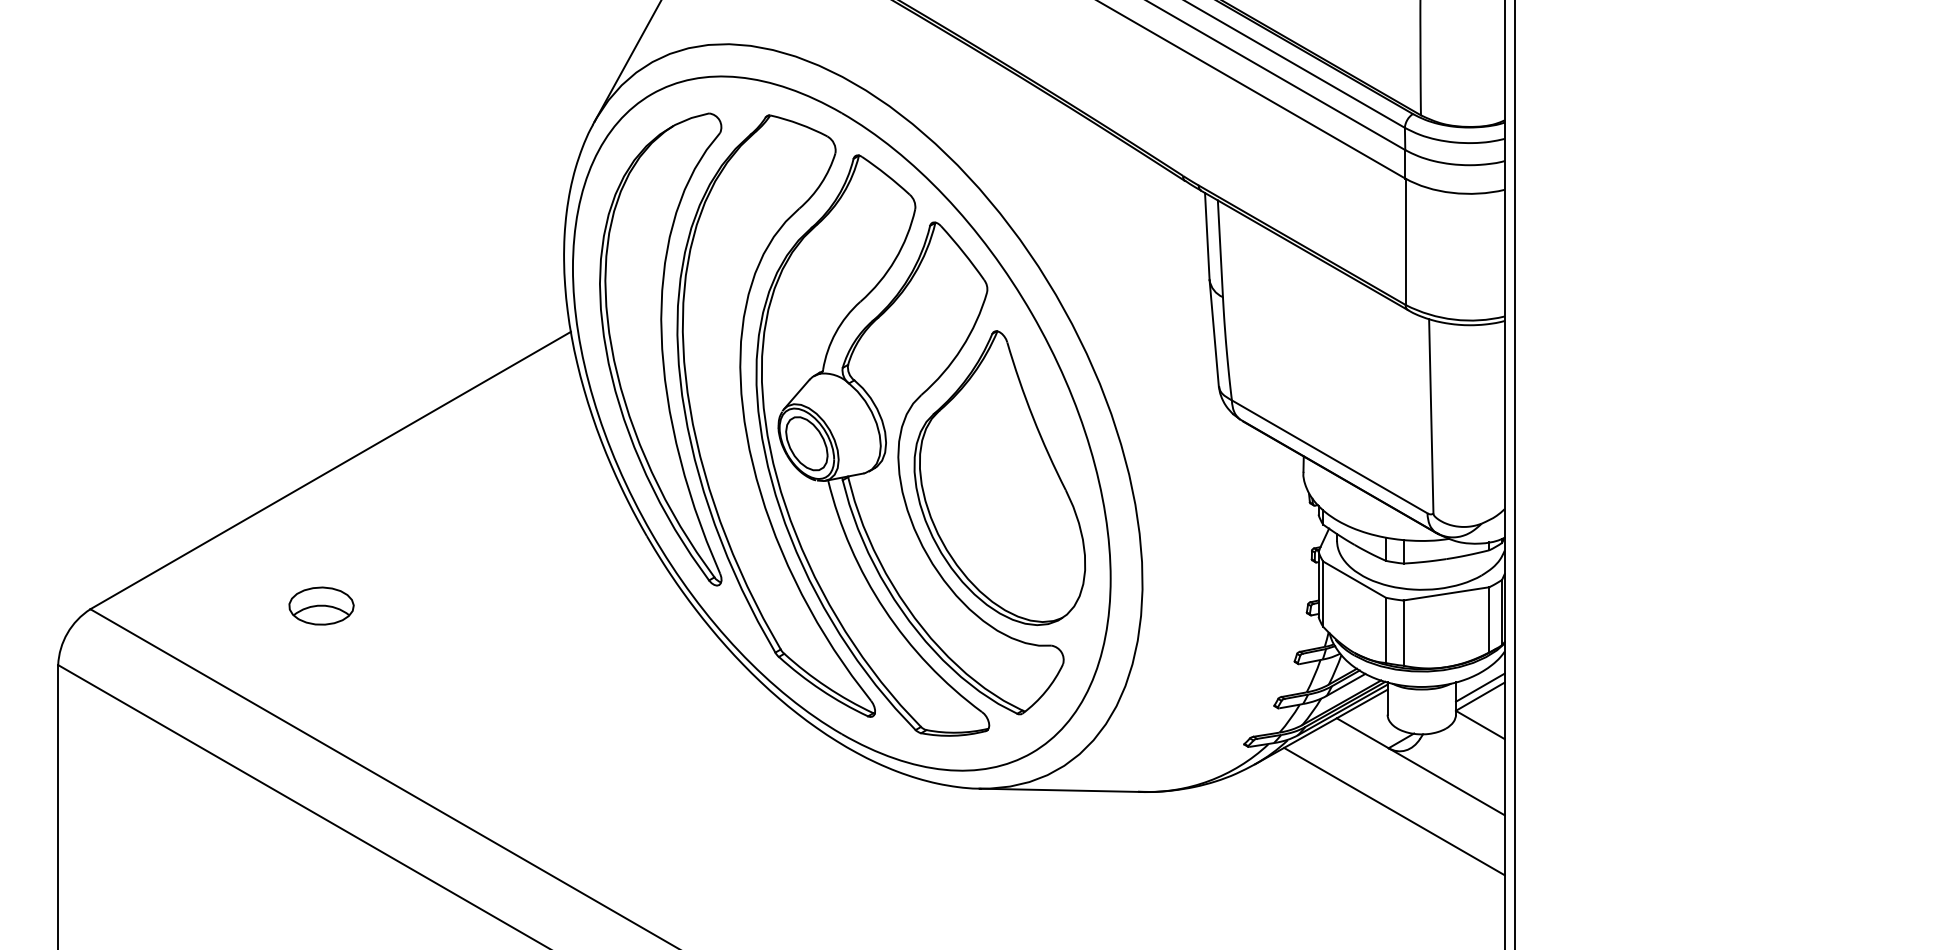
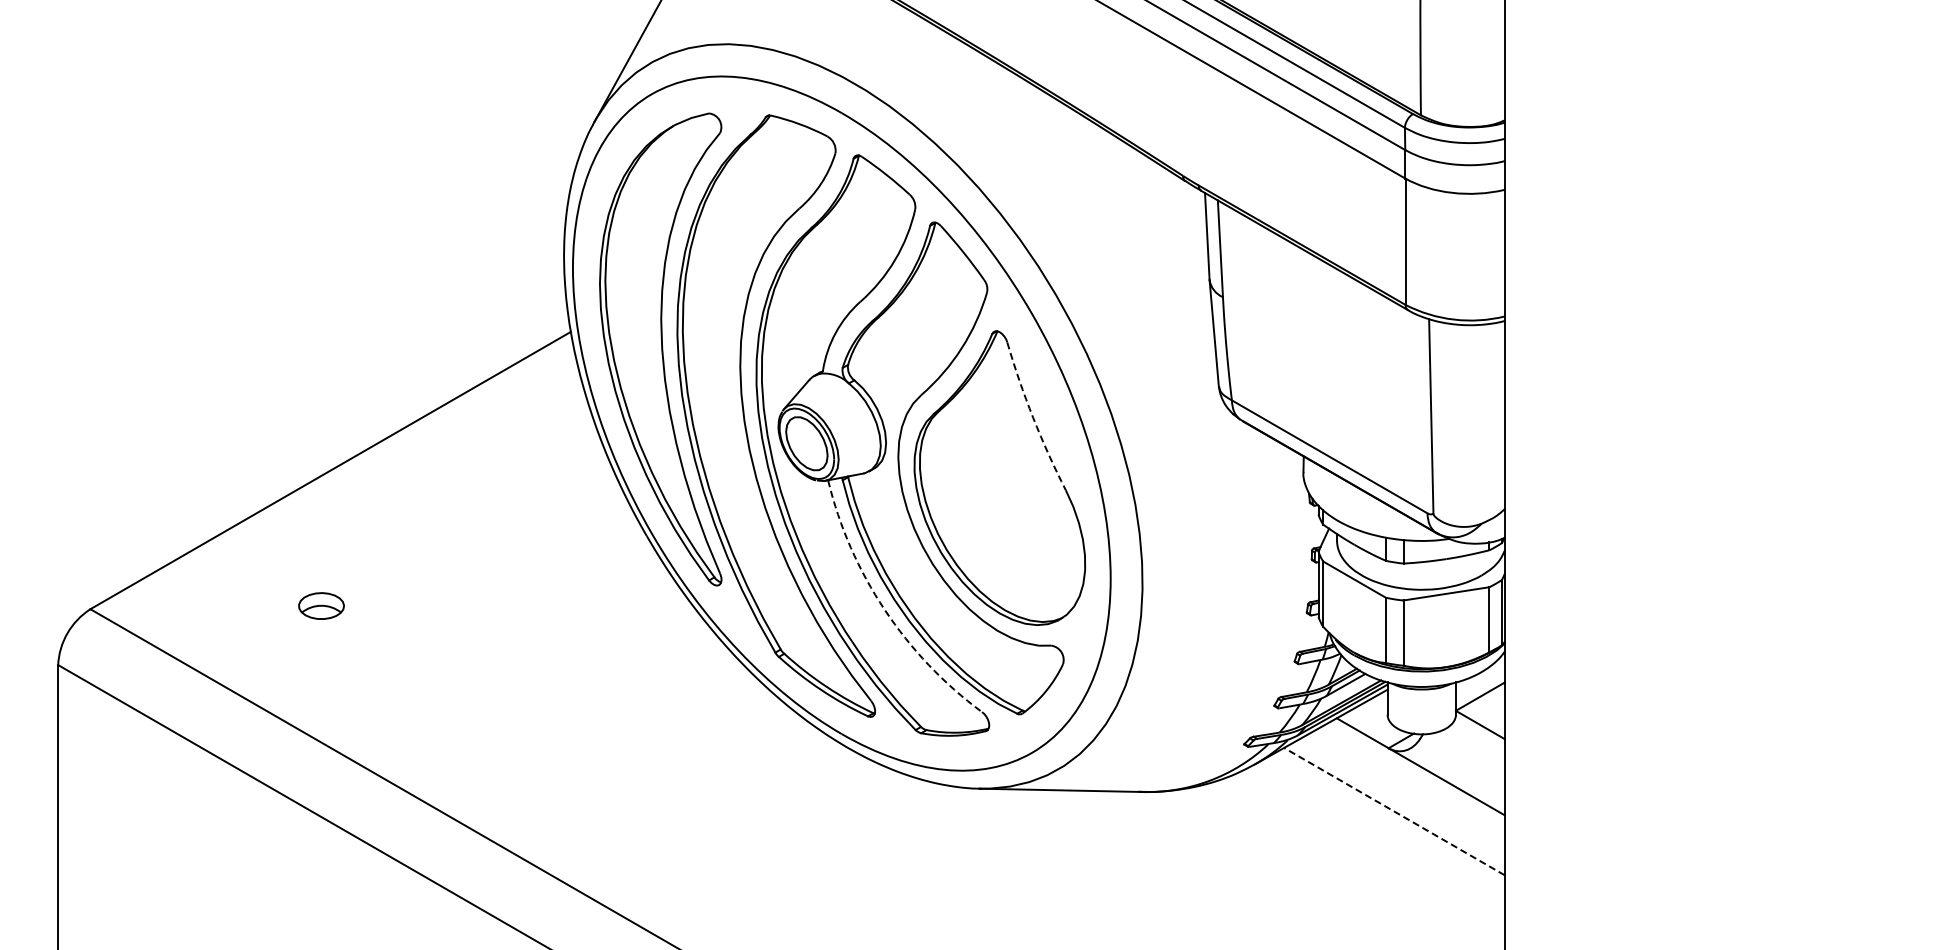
arc at (1033, 417): solid -> dashed
line at (1514, 474): present -> none
part at (321, 605) size: 67x40 px -> 47x28 px
arc at (884, 609): solid -> dashed
line at (1480, 687): present -> none
line at (1394, 811): solid -> dashed
